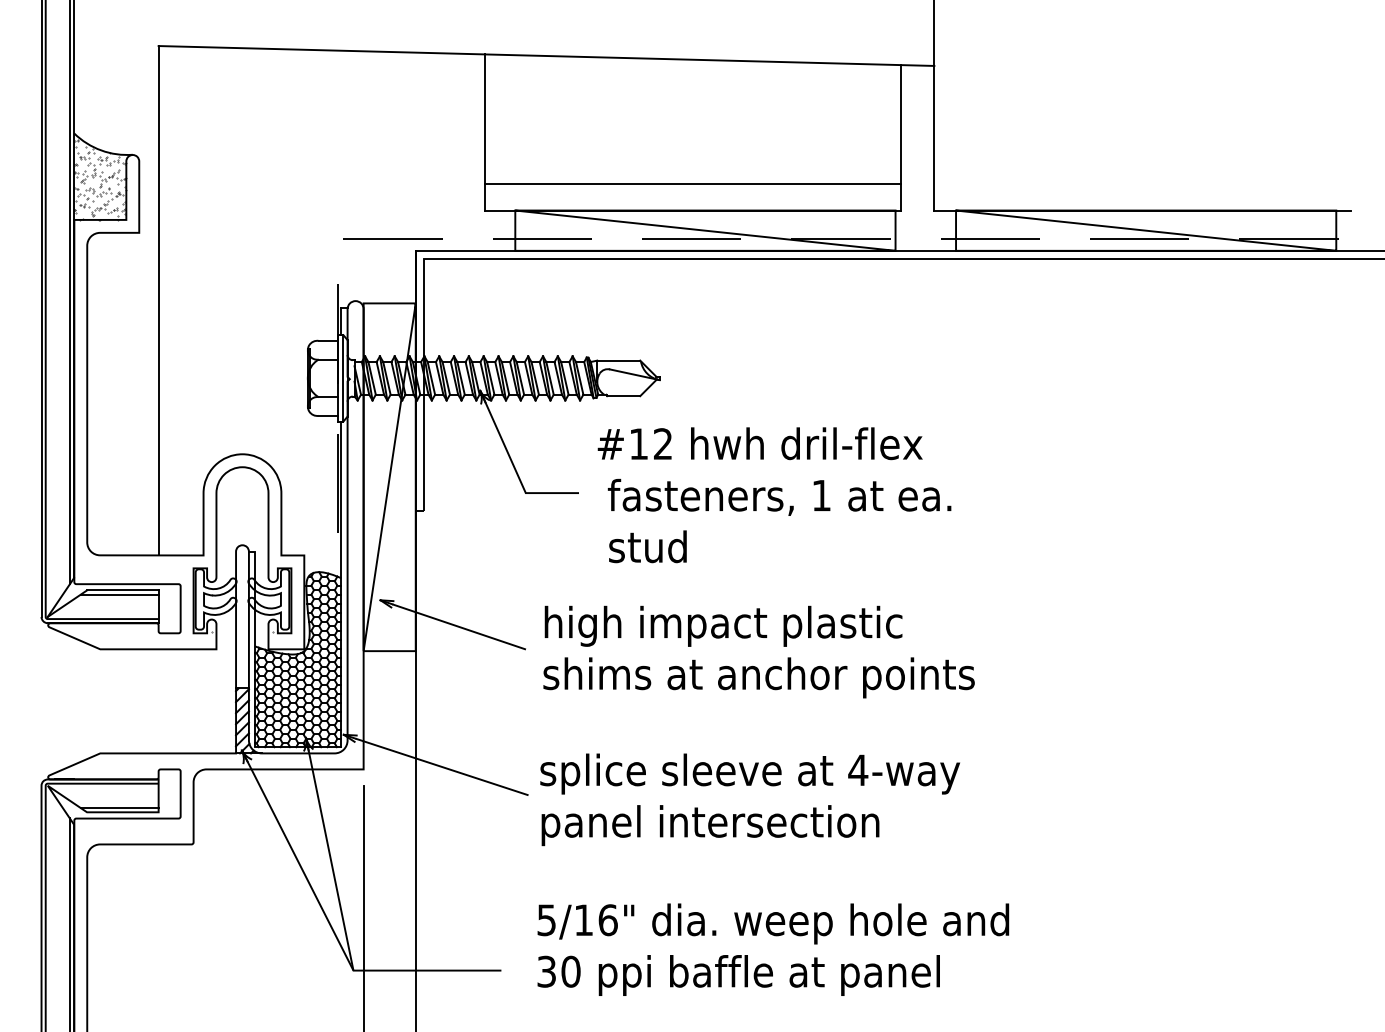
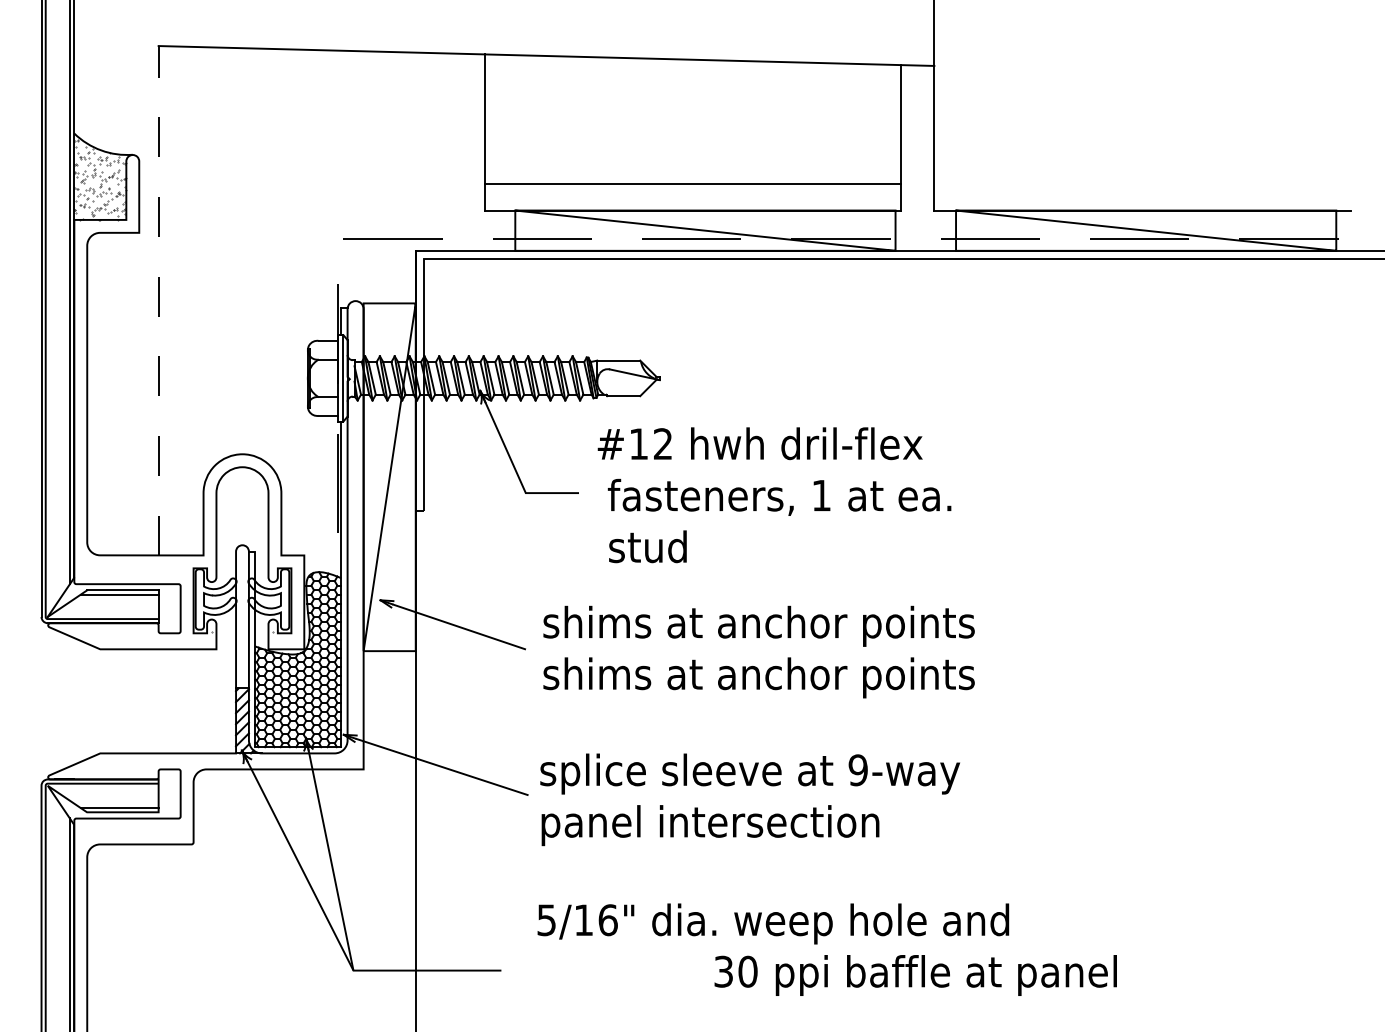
line at (158, 300): solid -> dashed
text at (758, 625): high impact plastic -> shims at anchor points
text at (858, 770): 4-way -> 9-way
line at (363, 906): present -> none
text at (738, 975) position: (738, 975) -> (915, 975)
